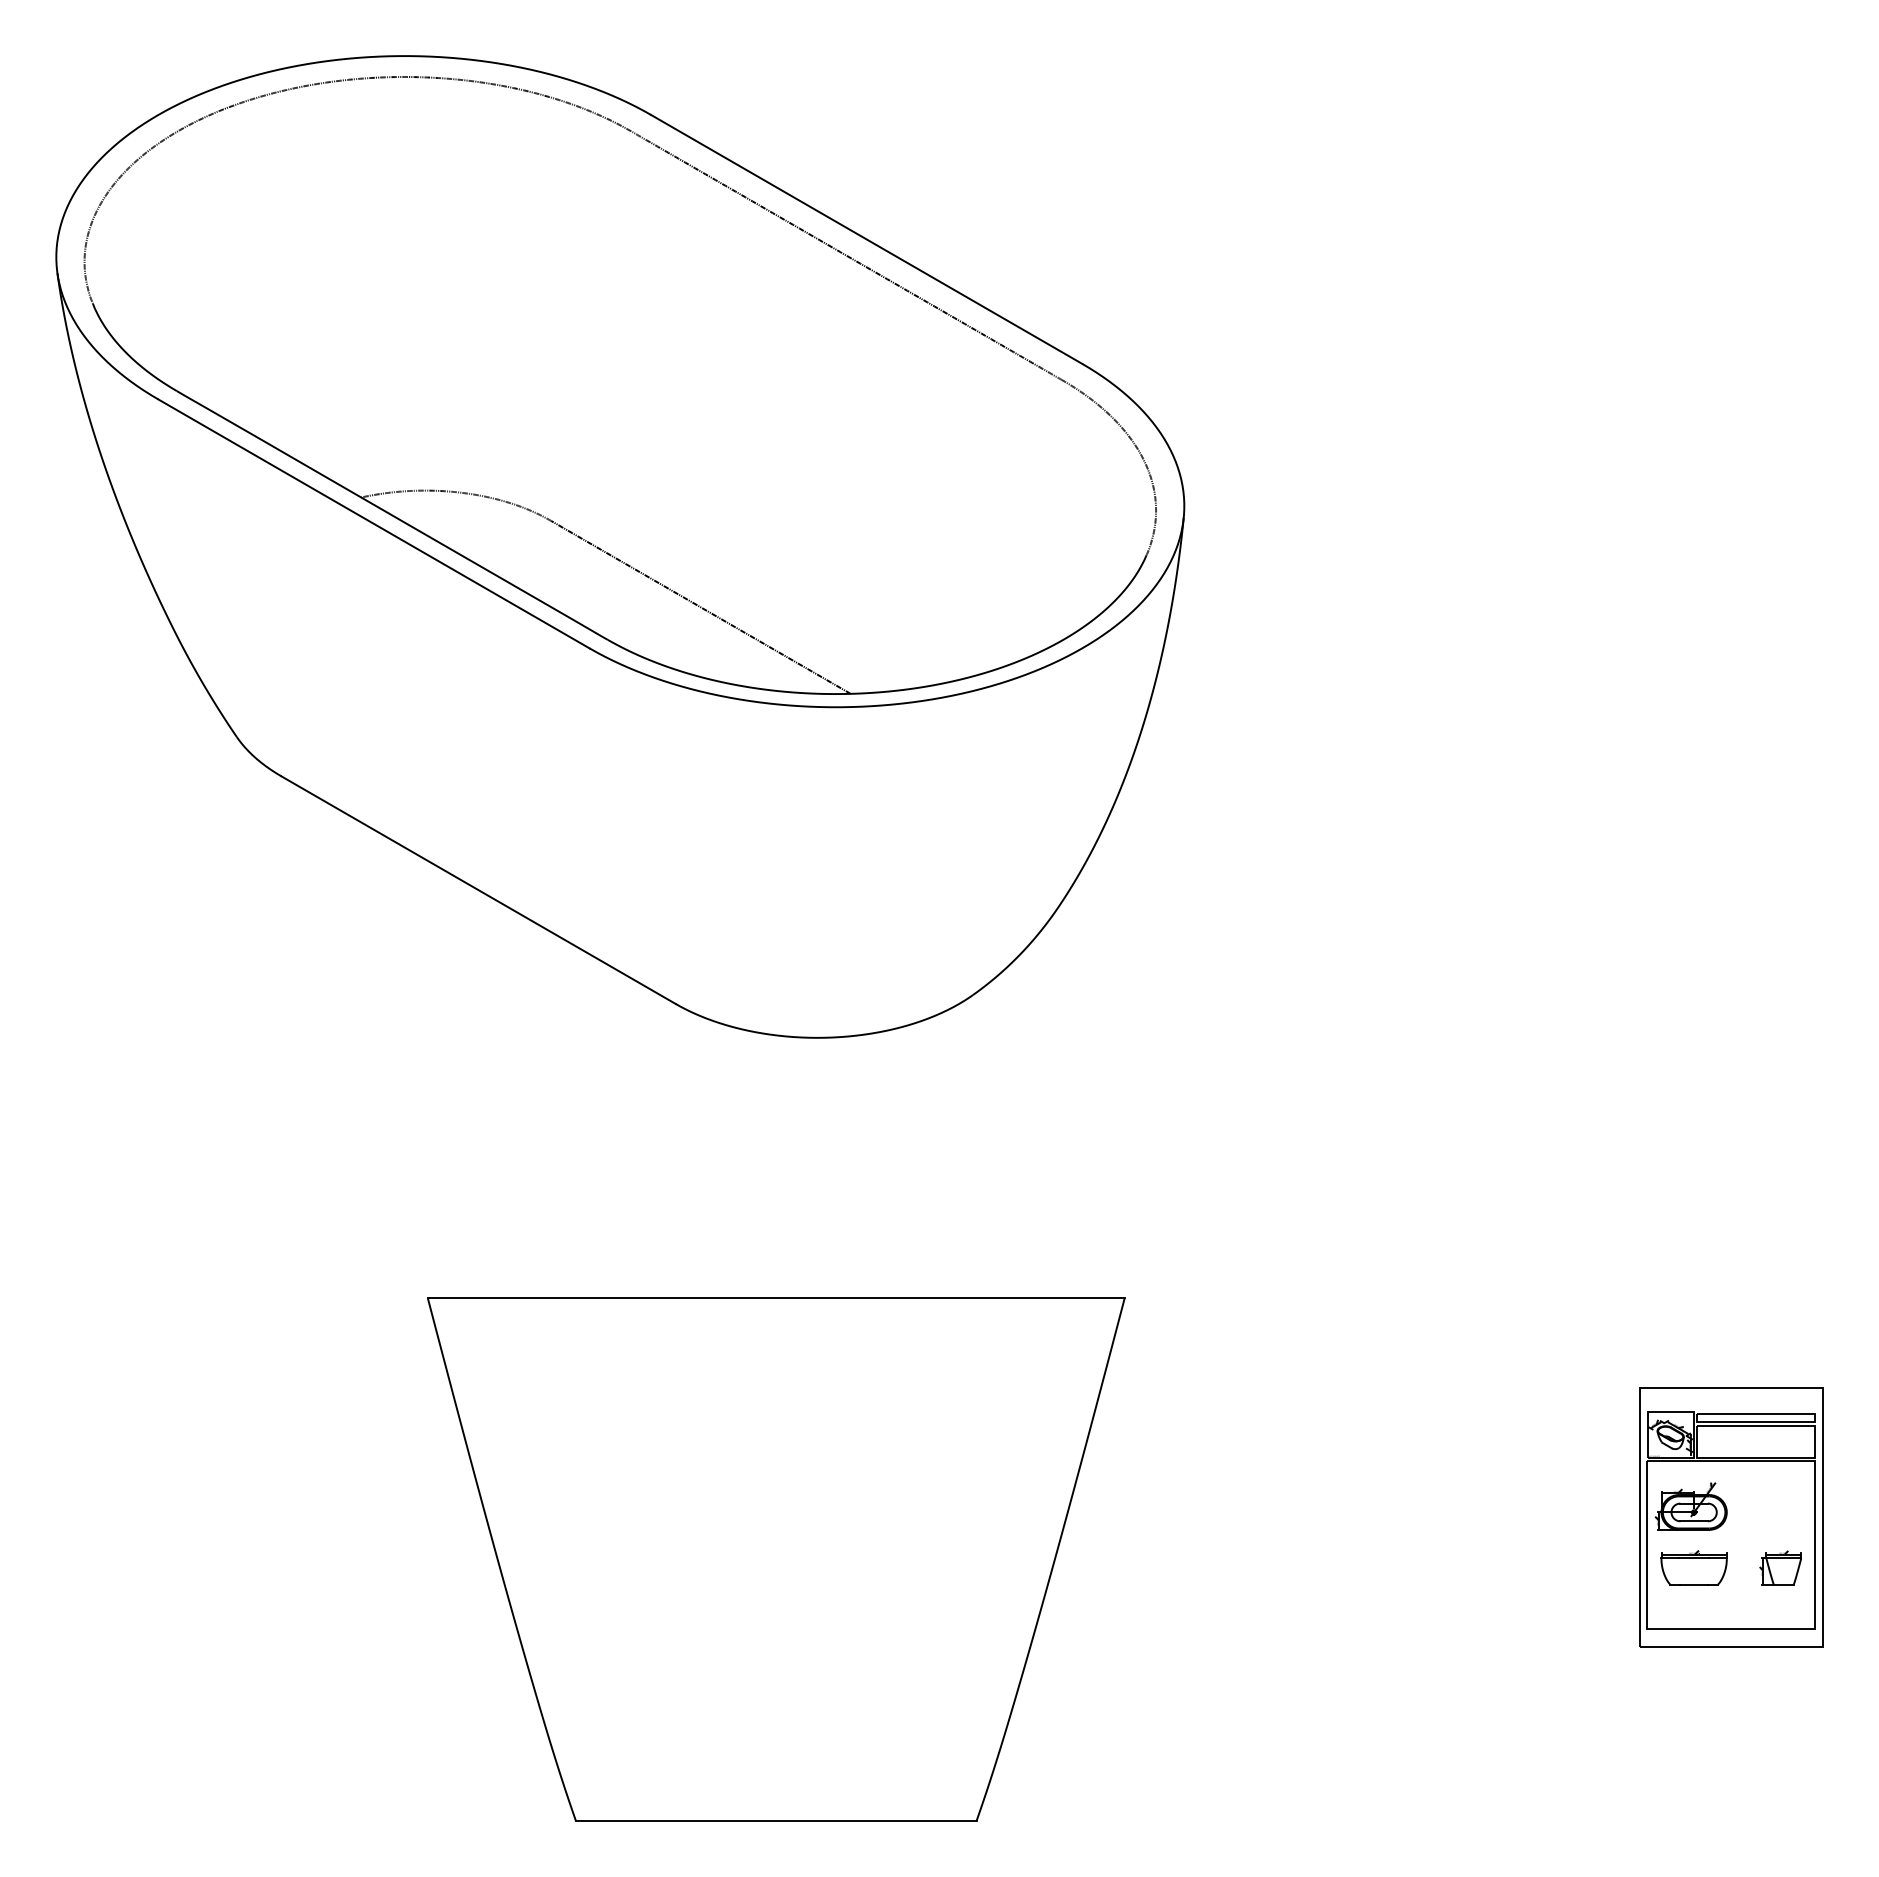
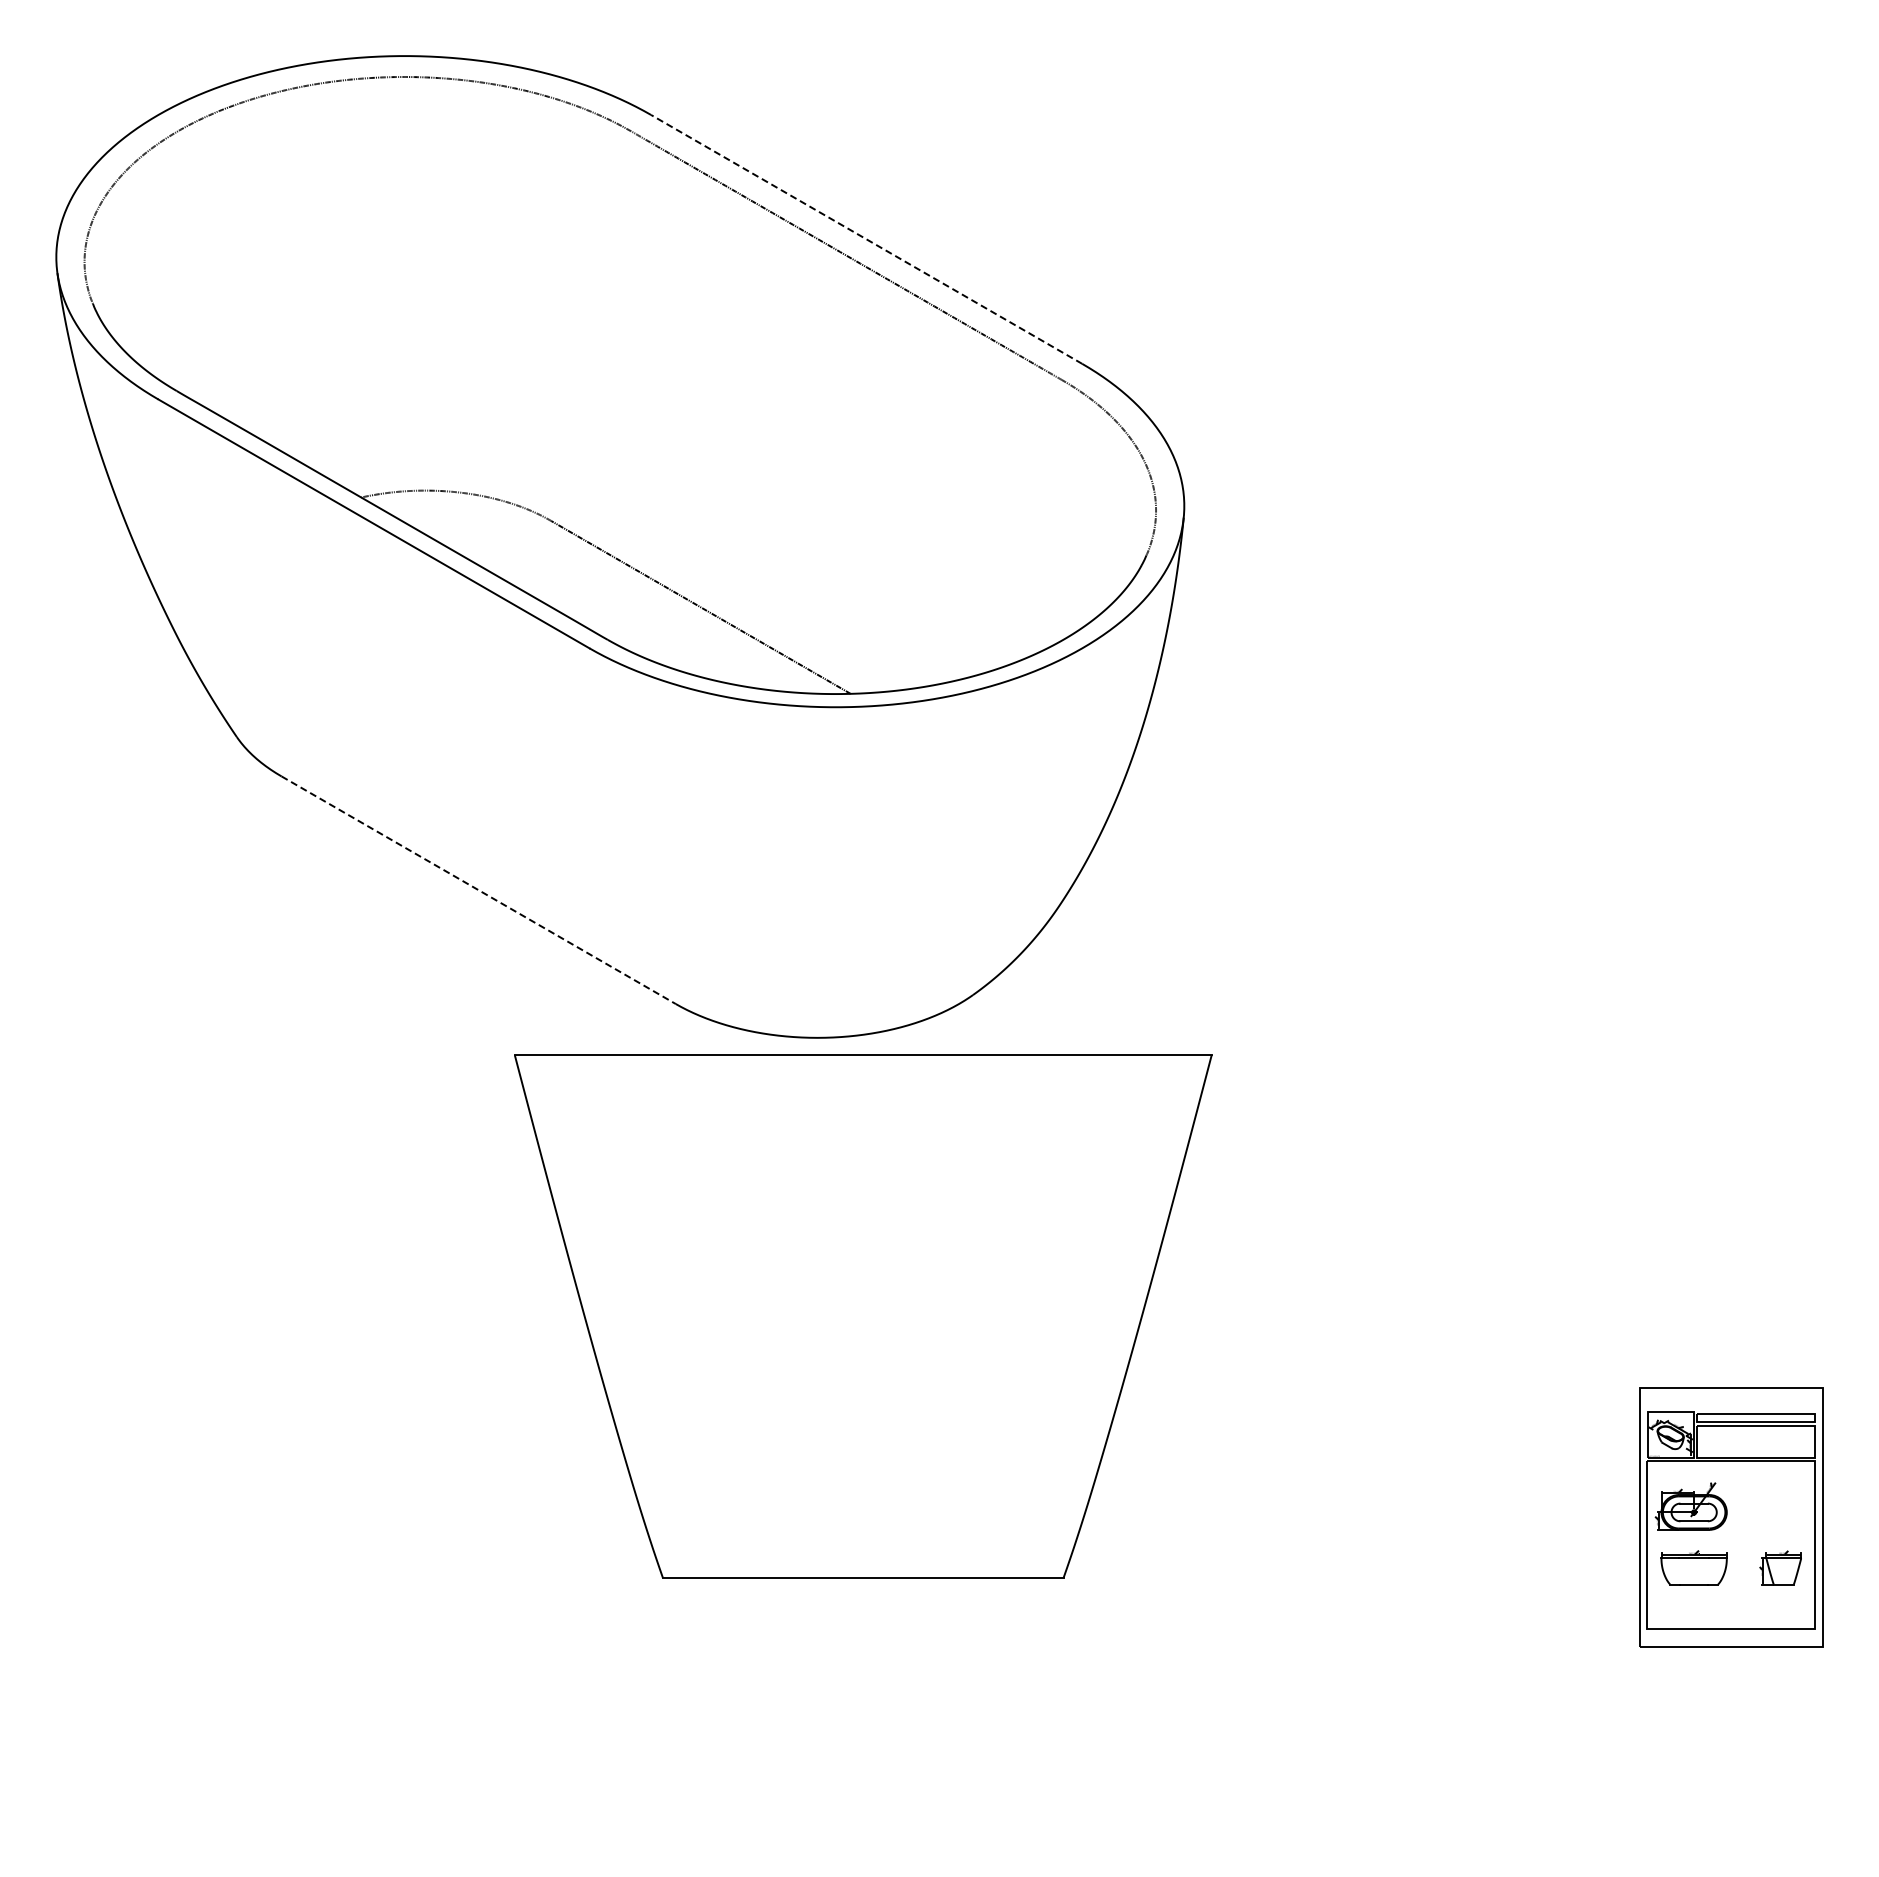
line at (866, 239): solid -> dashed
line at (478, 890): solid -> dashed
part at (776, 1559) position: (776, 1559) -> (863, 1316)
